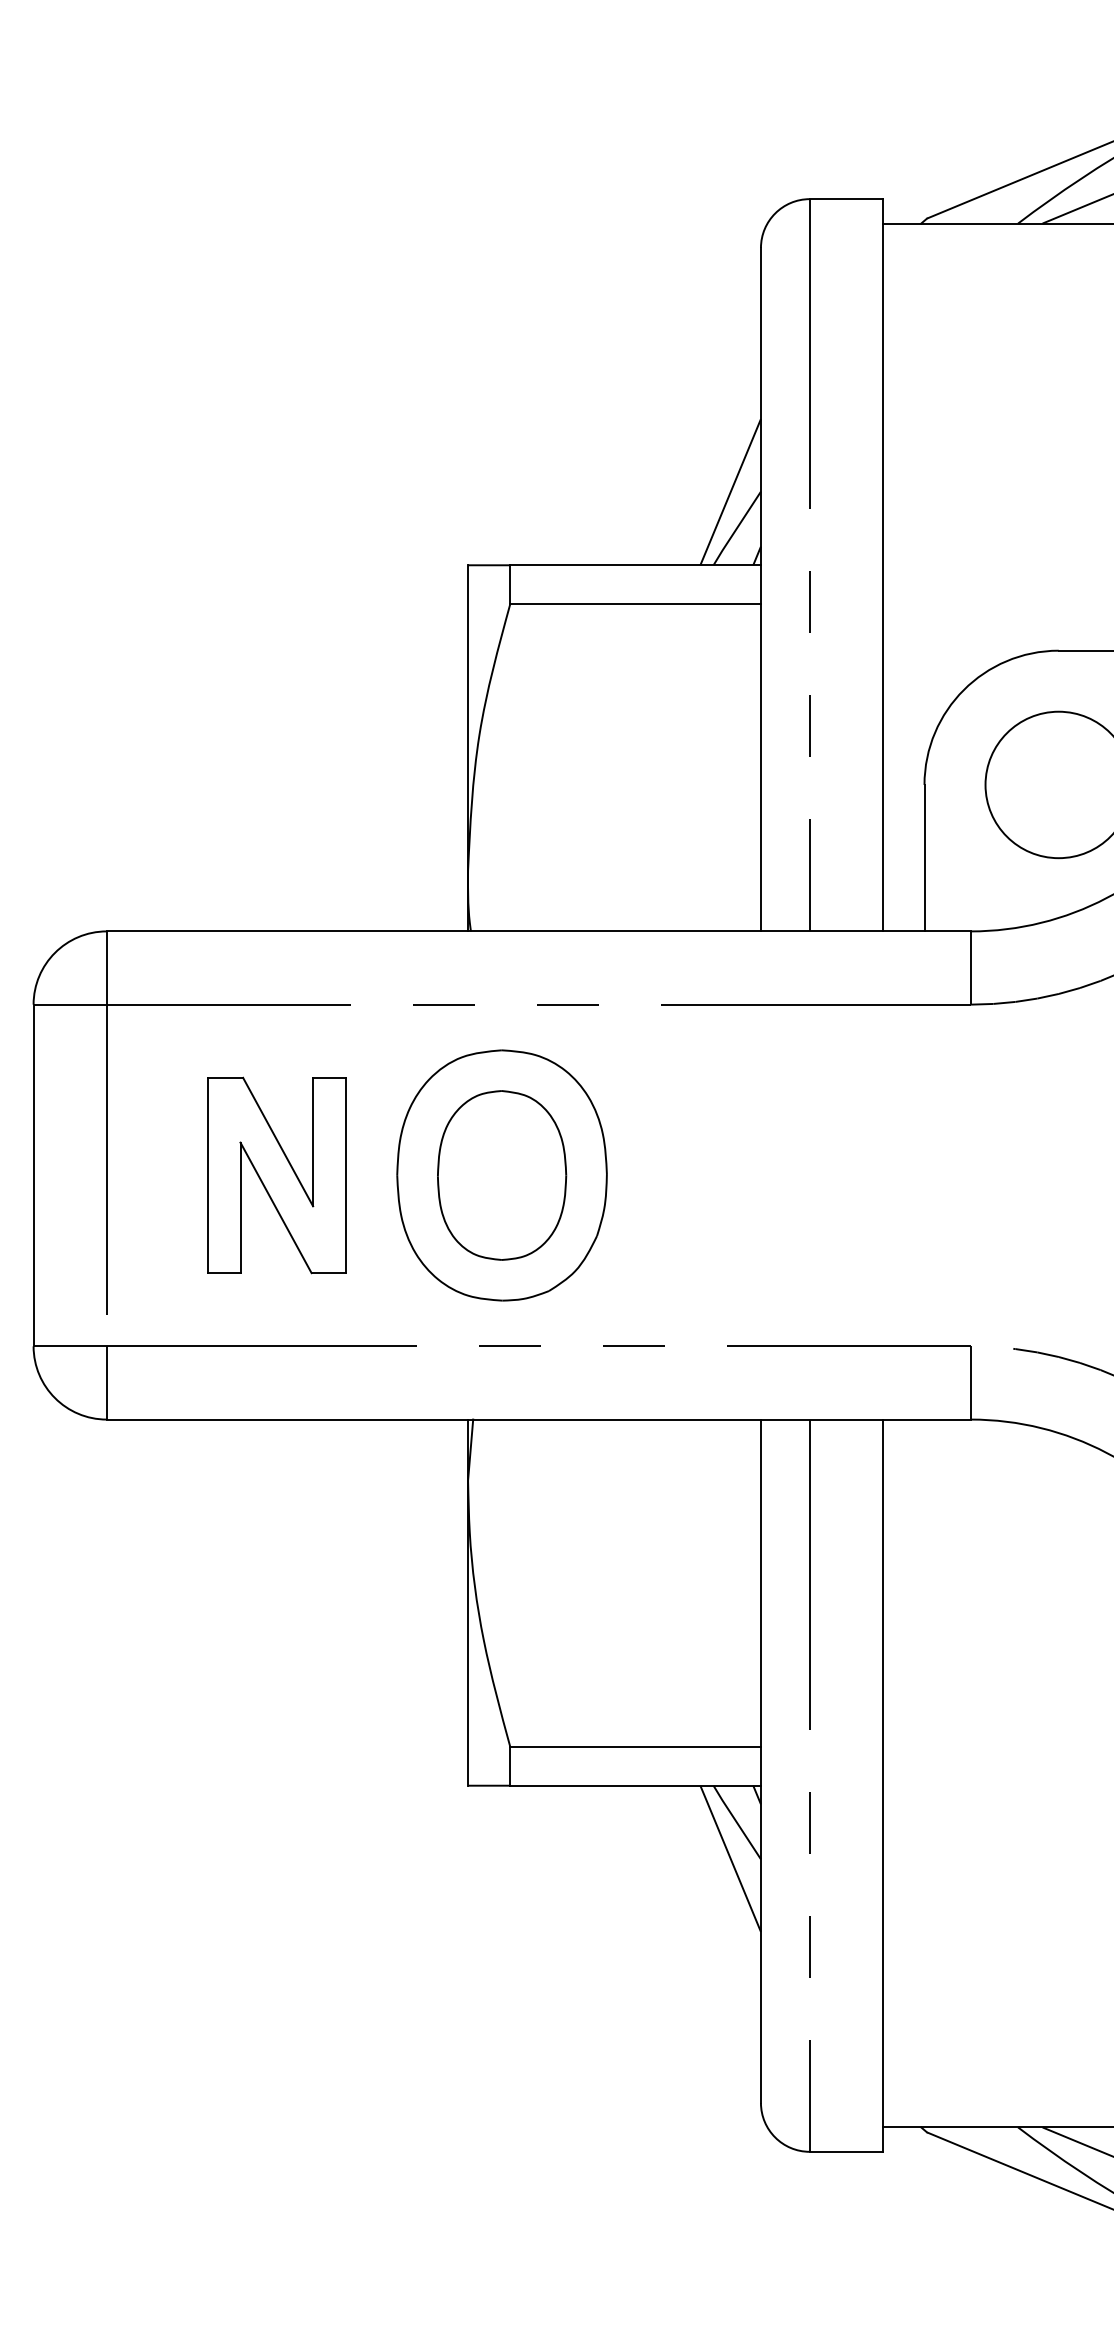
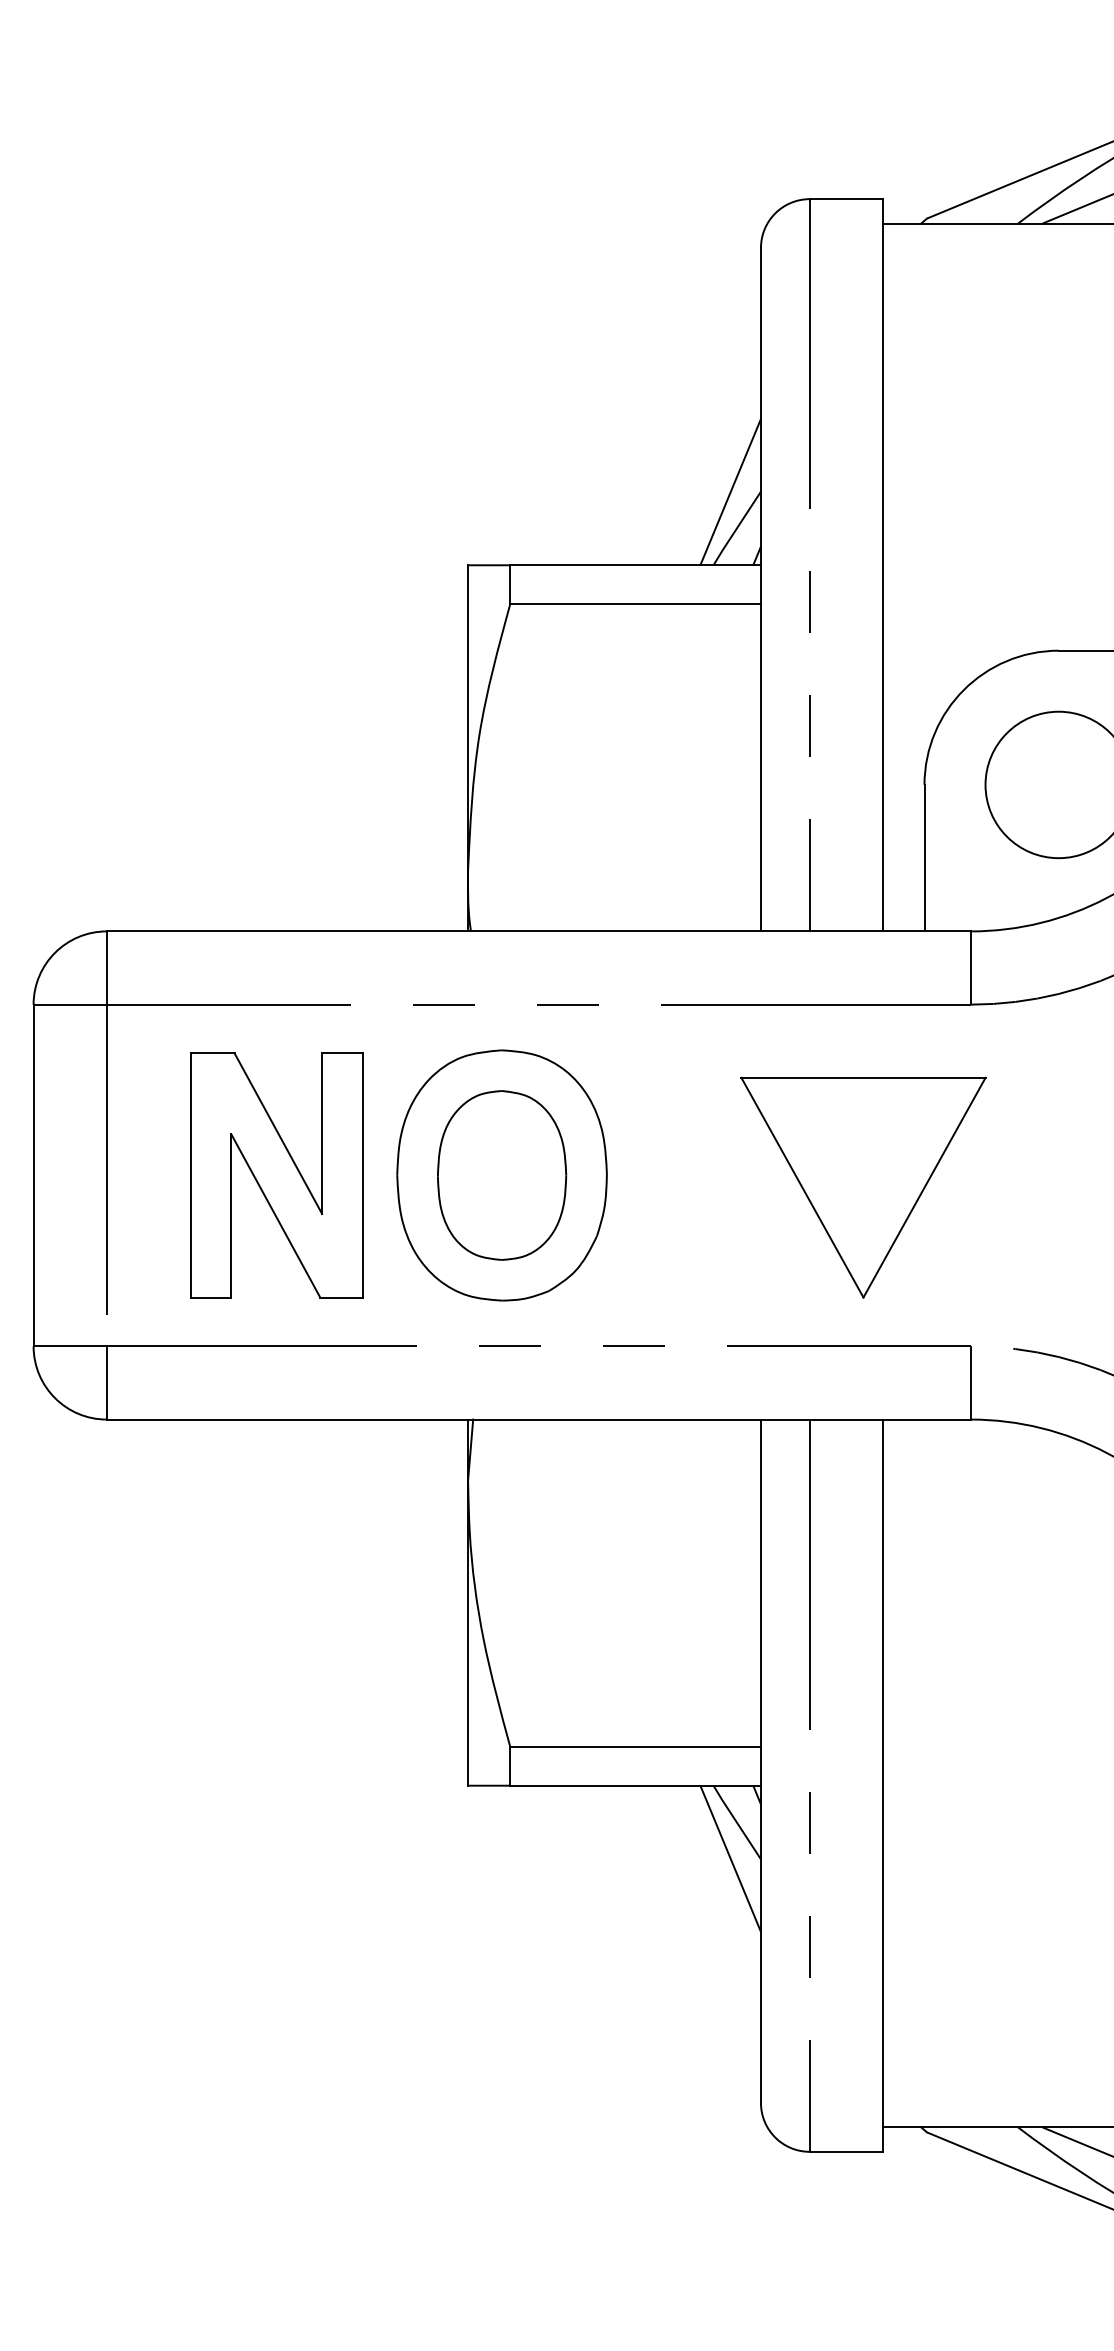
part at (276, 1175) size: 140x199 px -> 174x247 px
part at (863, 1187): none -> present
